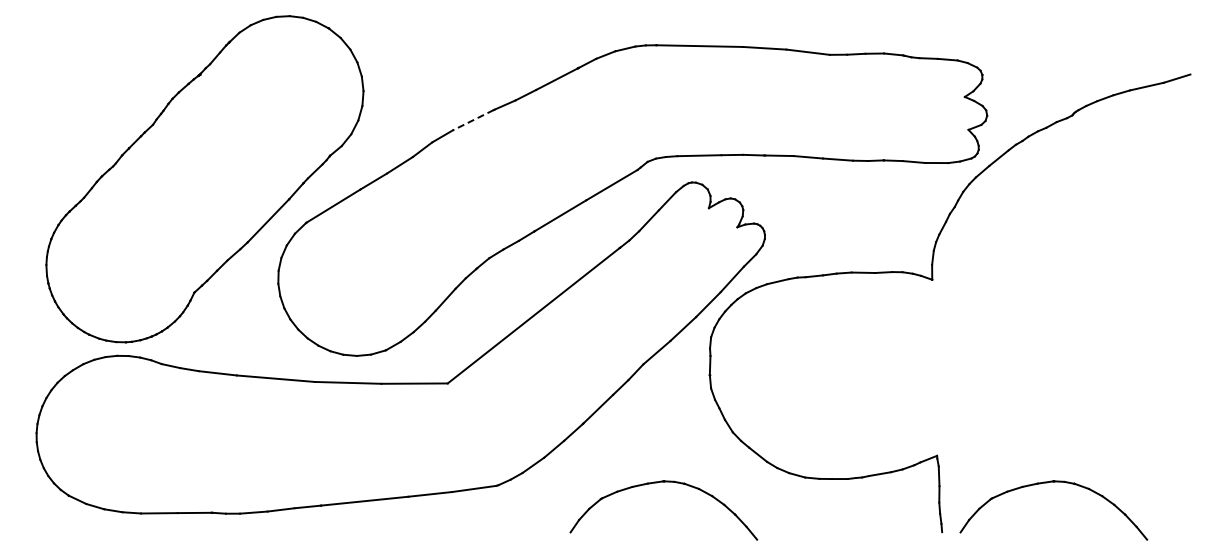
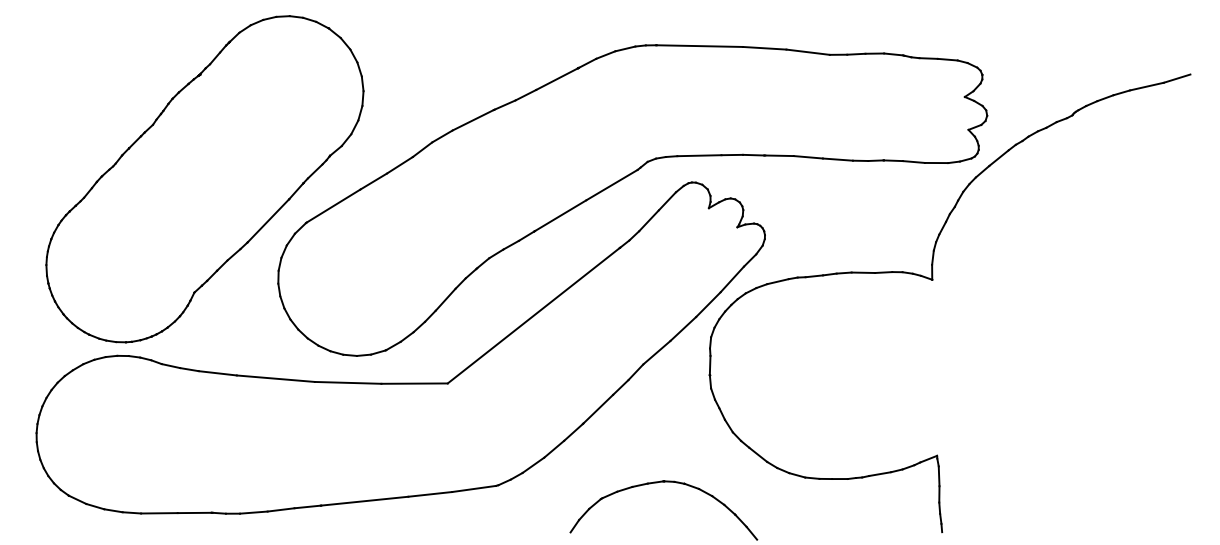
line at (473, 120): dashed -> solid
part at (1047, 483): present -> none
